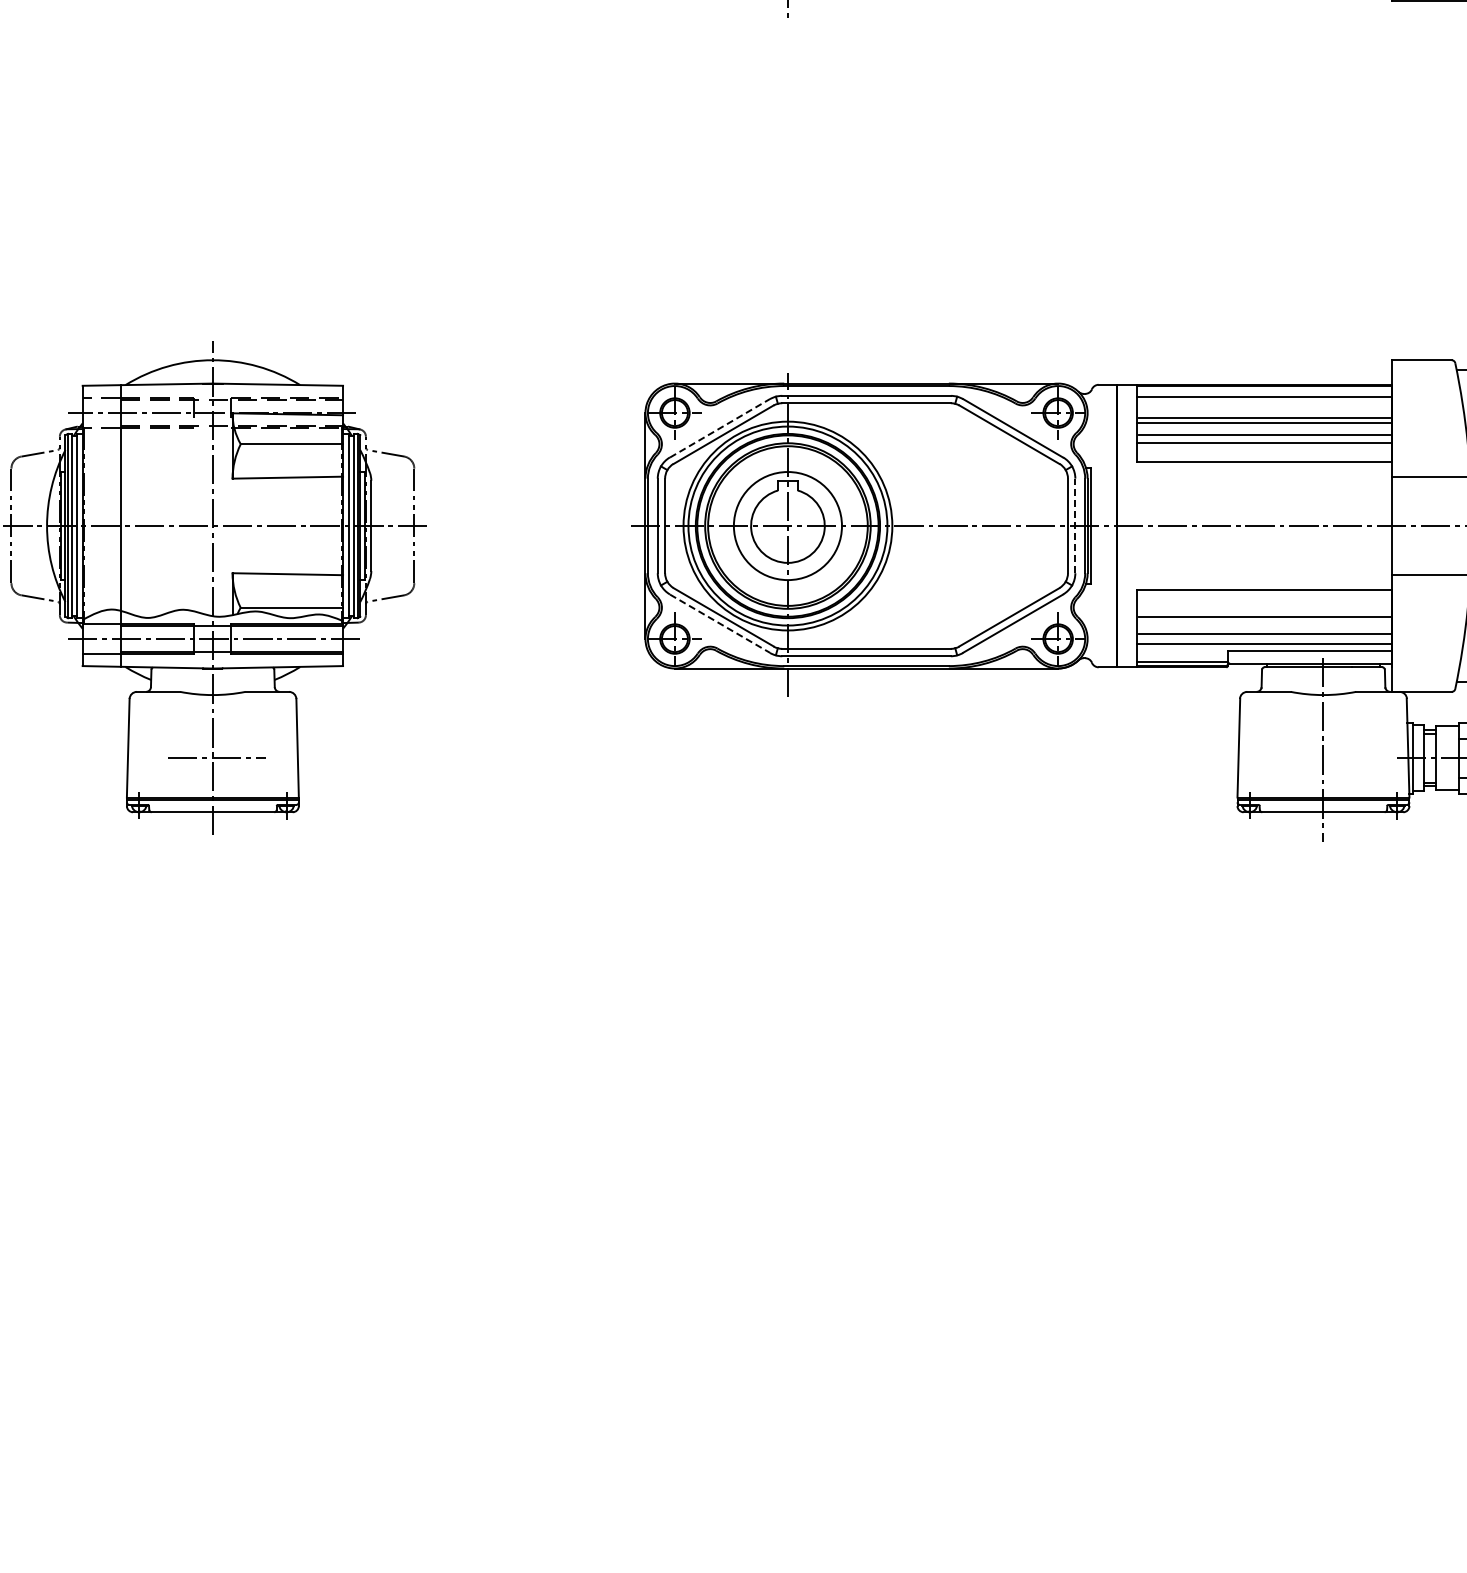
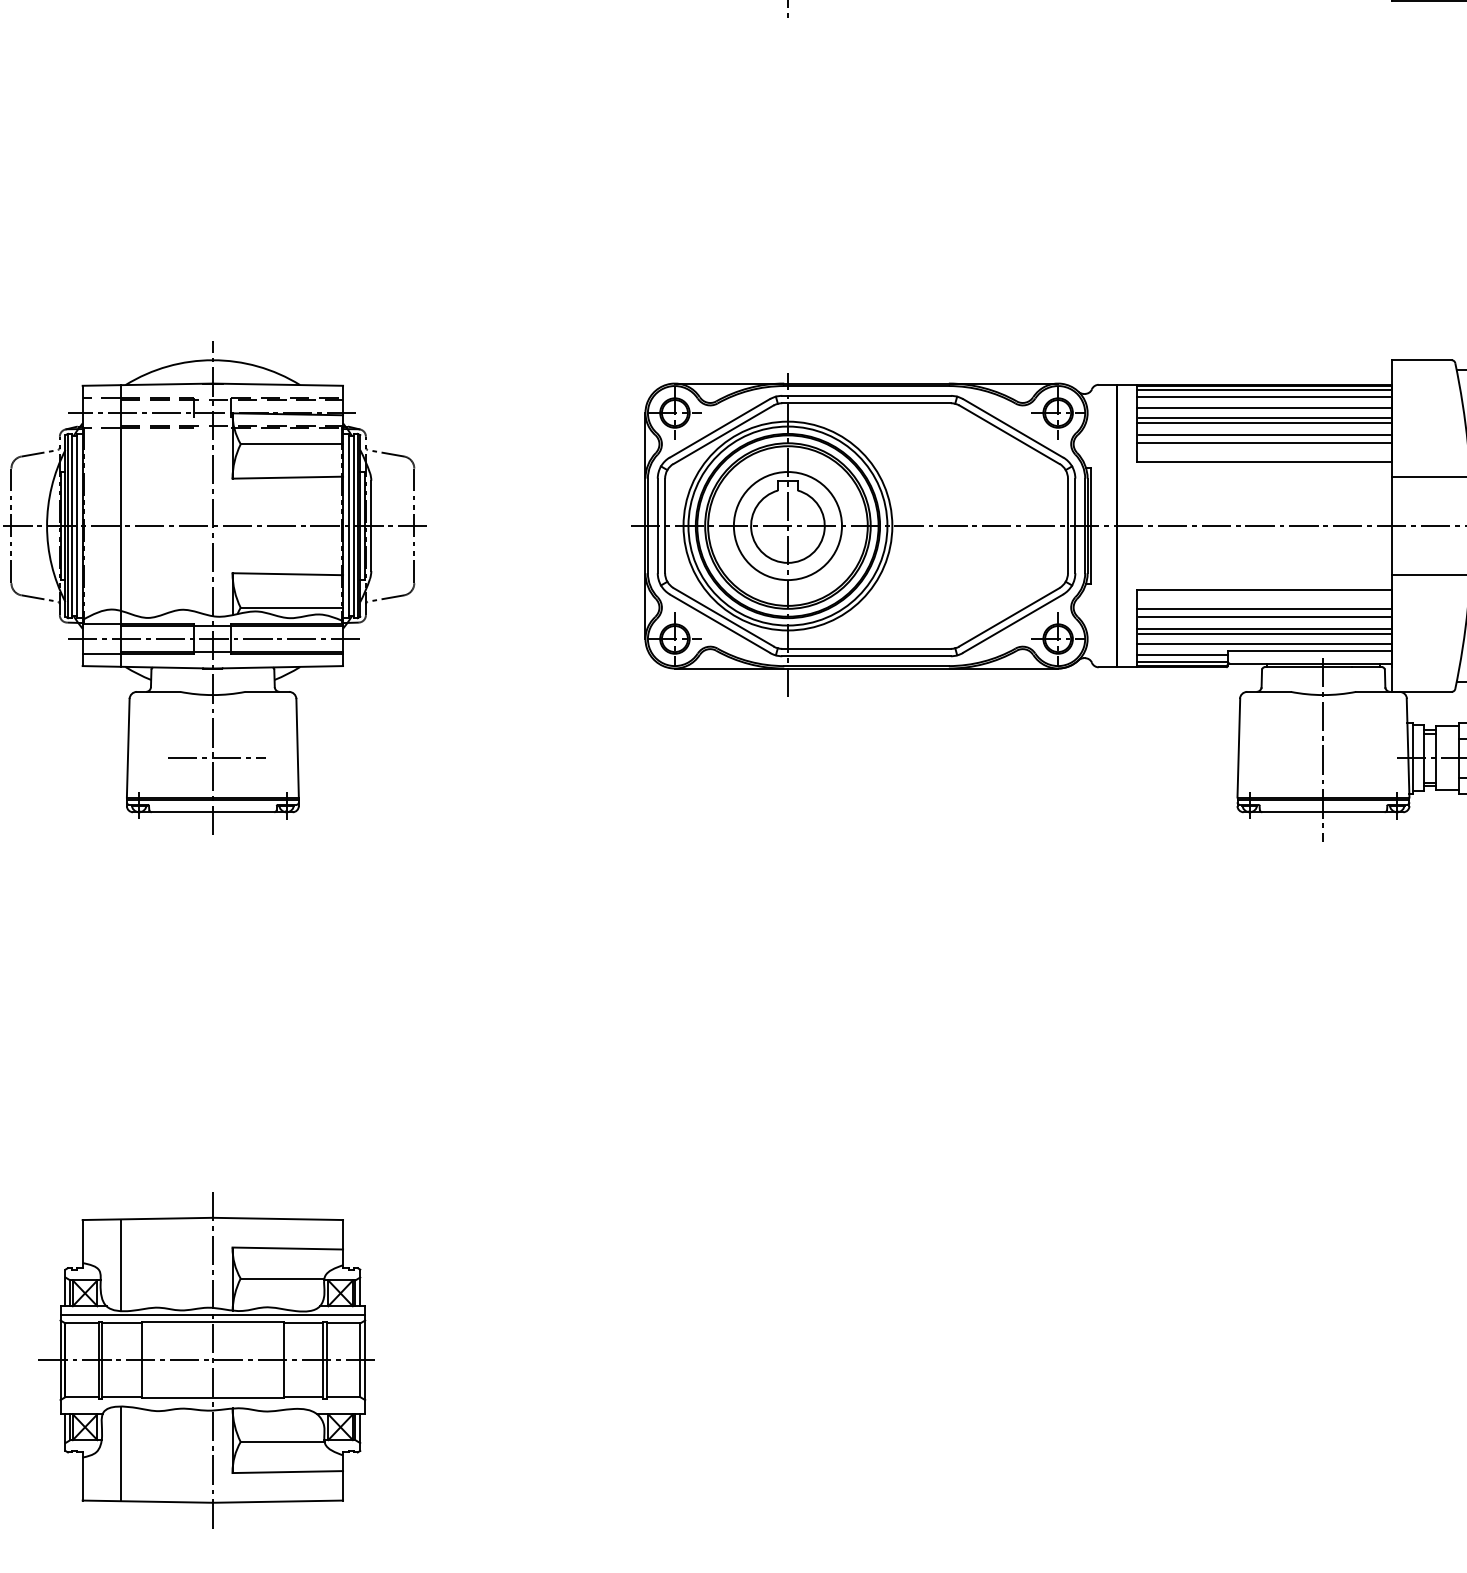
line at (1264, 390): none -> present
line at (1264, 408): none -> present
line at (720, 428): dashed -> solid
line at (1075, 525): dashed -> solid
line at (1264, 608): none -> present
line at (720, 623): dashed -> solid
line at (1264, 628): none -> present
line at (1181, 654): none -> present
part at (206, 1360): none -> present
